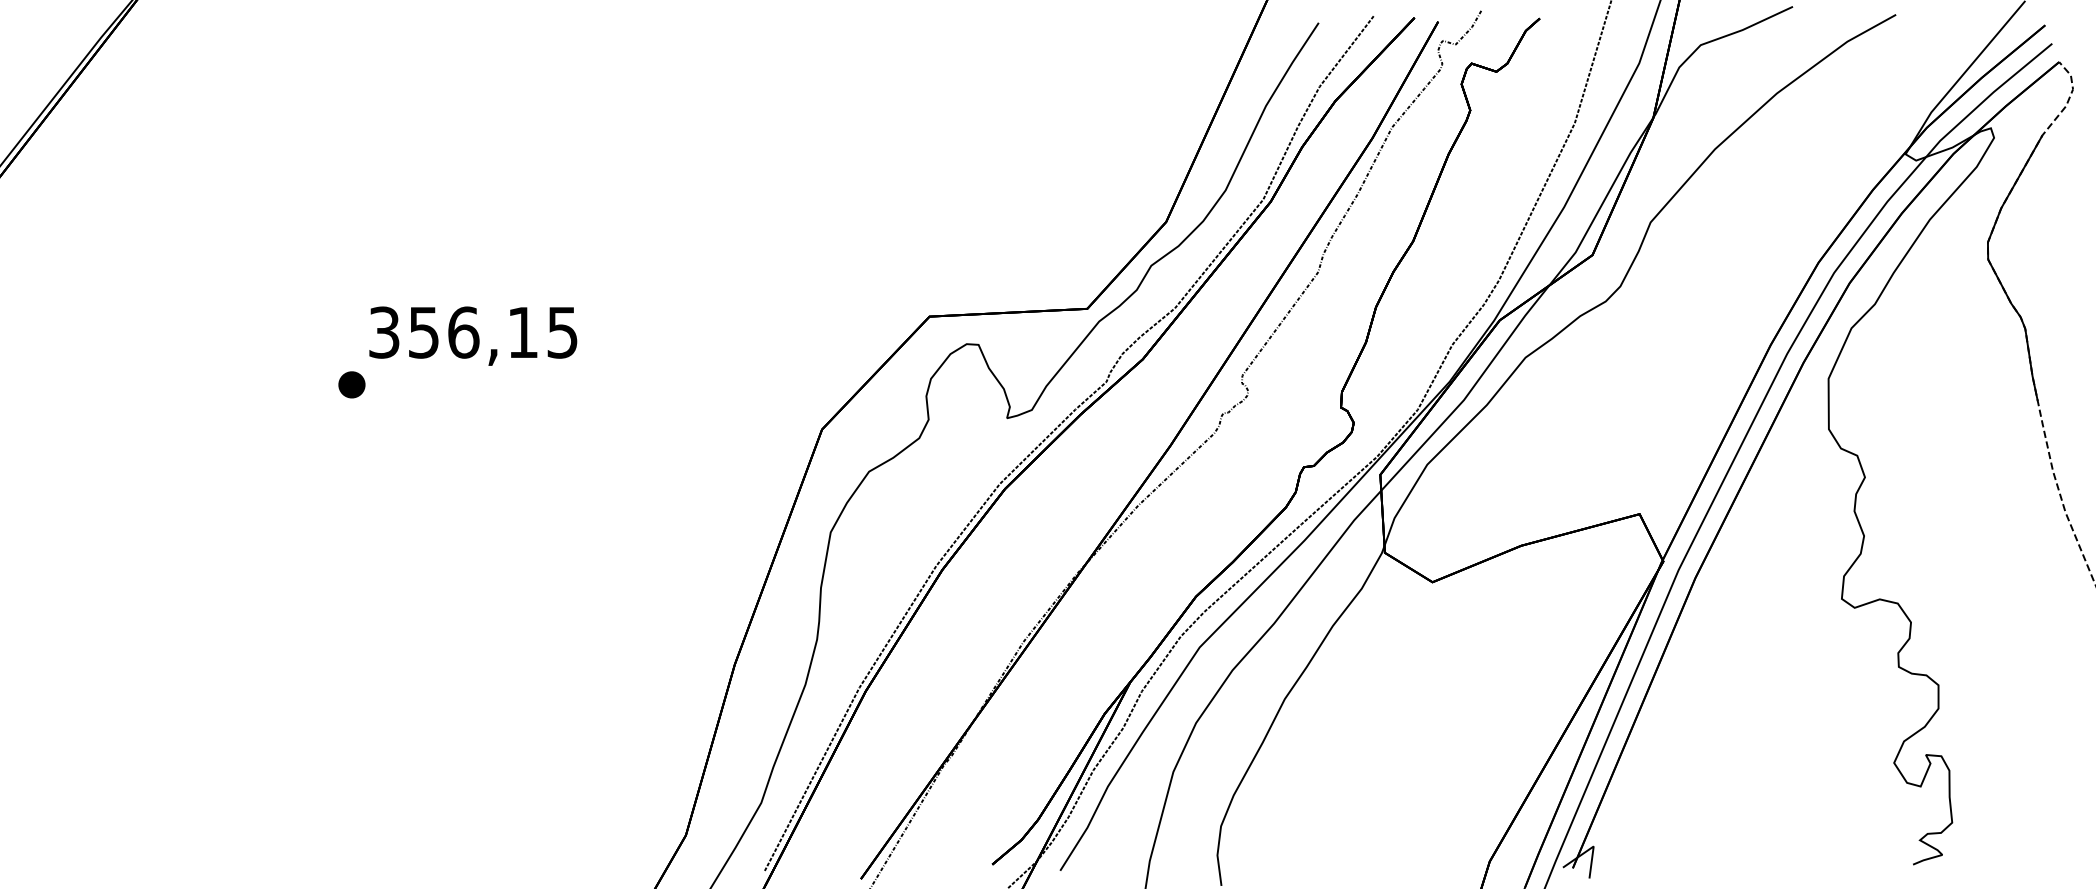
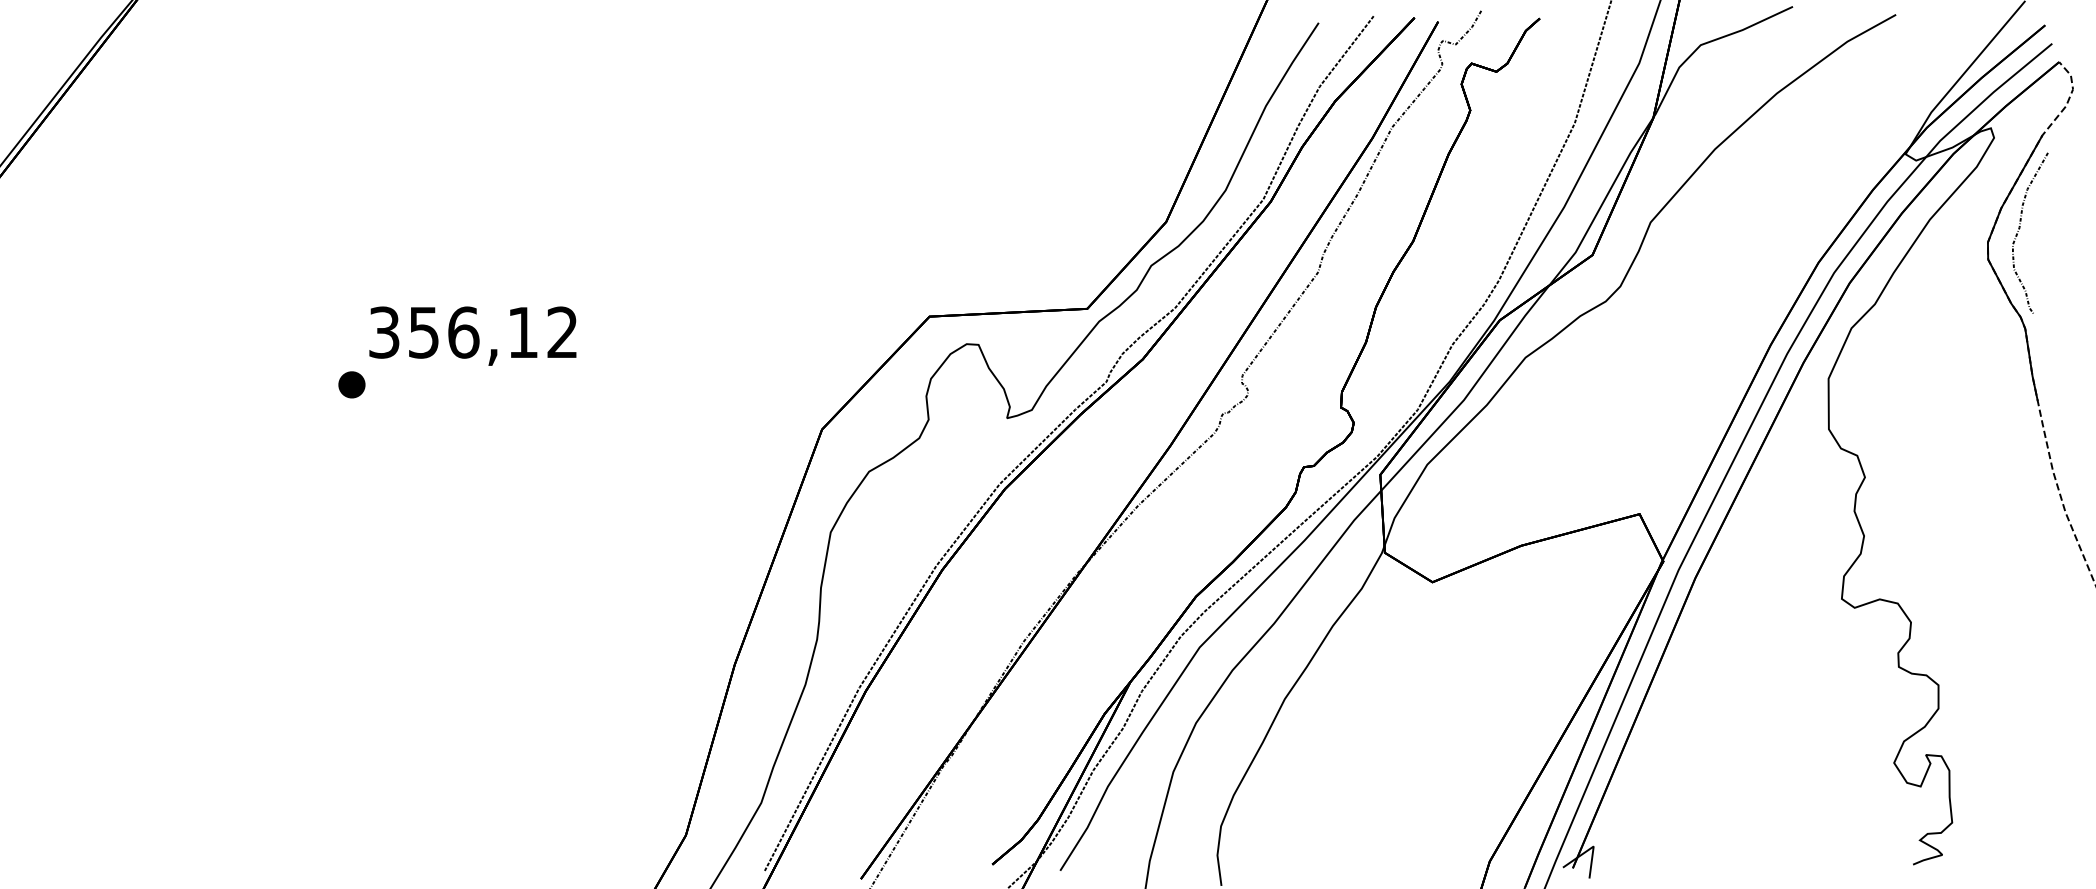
curve at (2020, 228): none -> present
text at (562, 332): 356,15 -> 356,12
